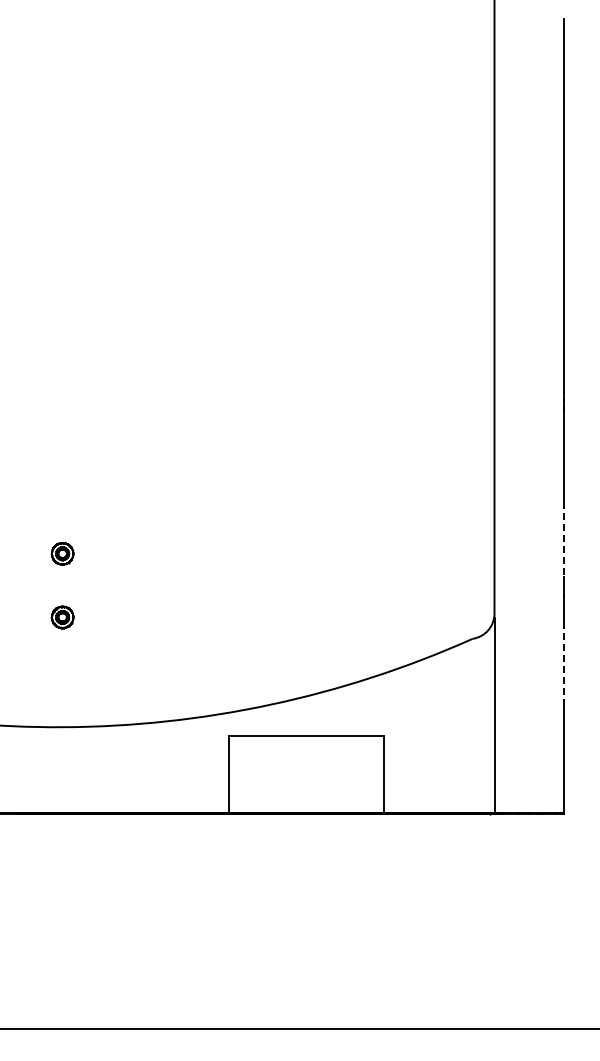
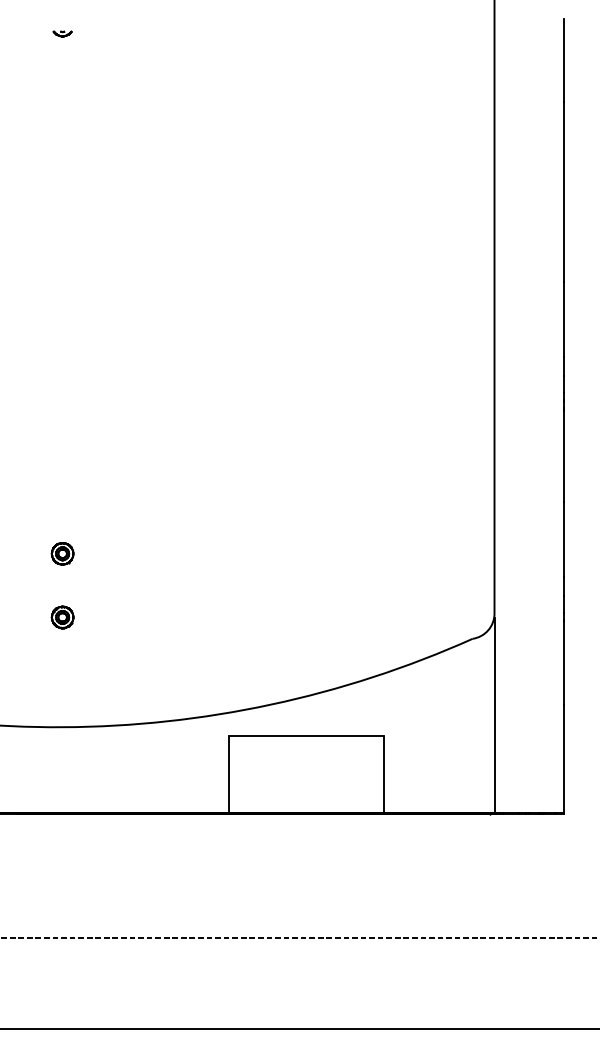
part at (62, 33): none -> present
line at (563, 539): dashed -> solid
line at (563, 663): dashed -> solid
line at (299, 937): none -> present
